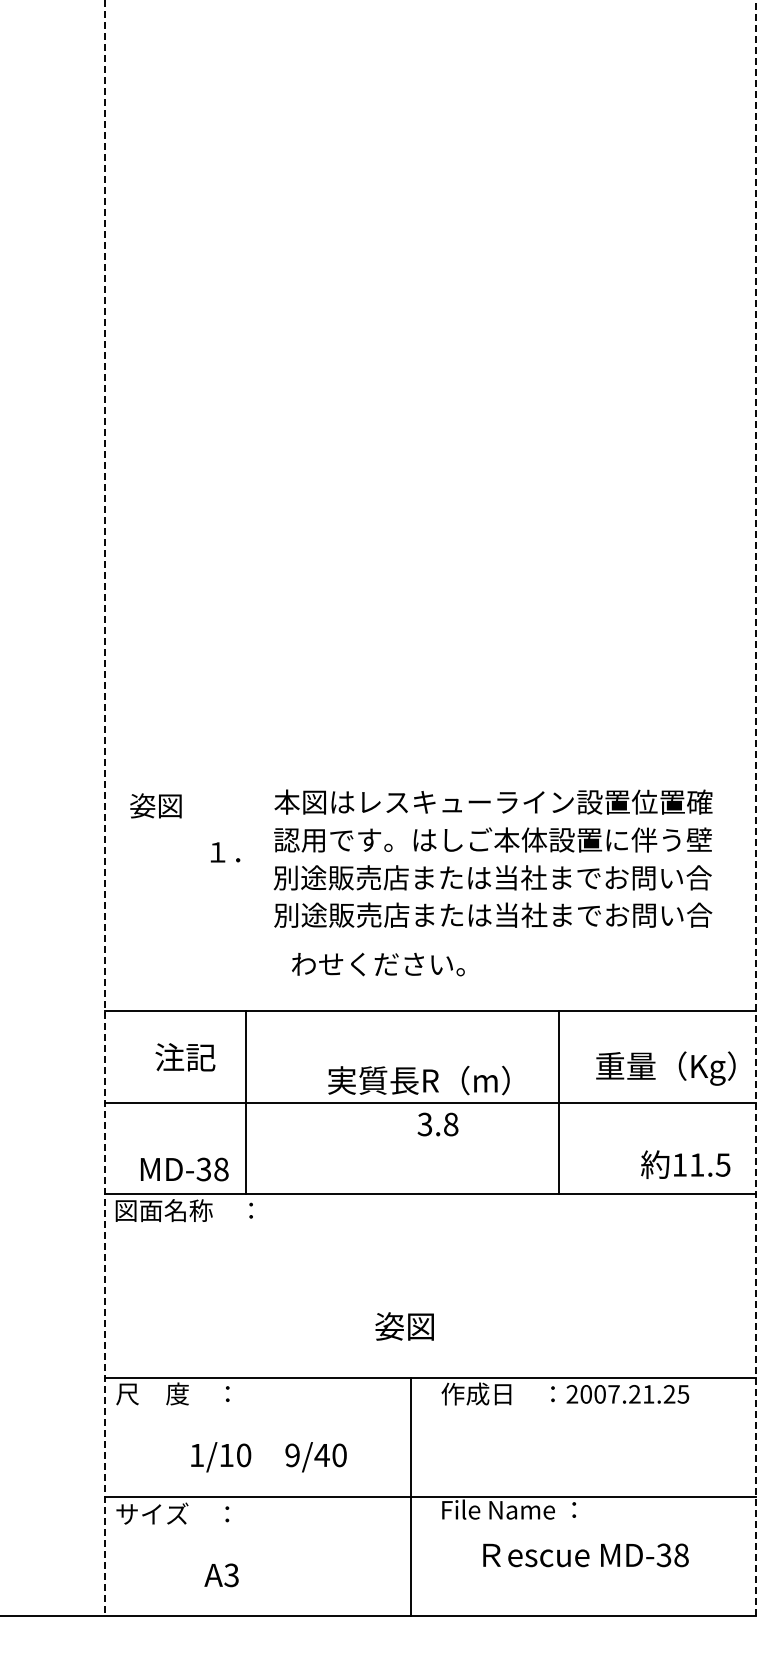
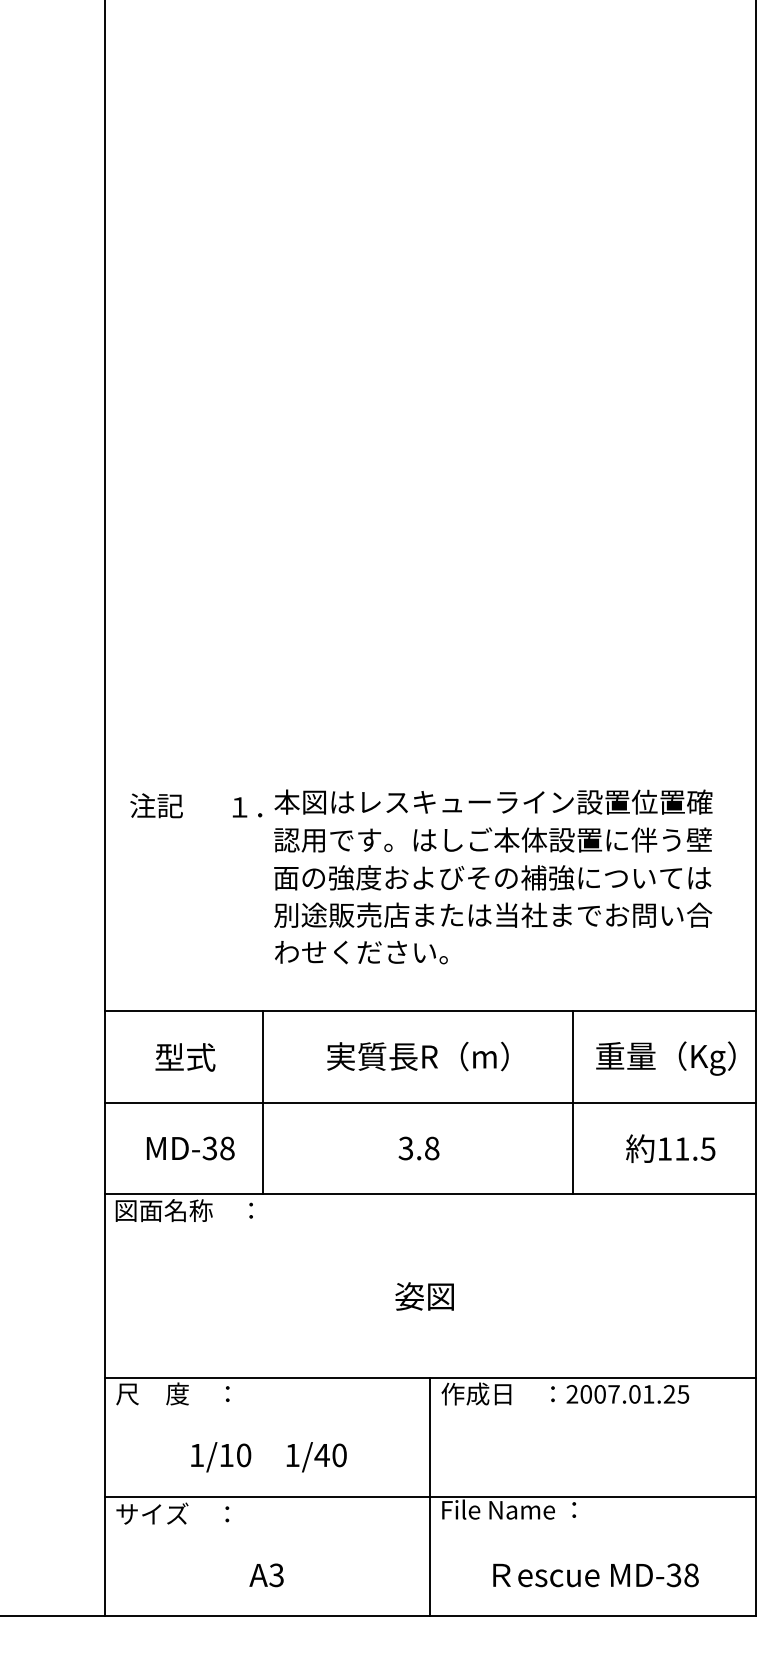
text at (156, 805): 姿図 -> 注記
line at (104, 808): dashed -> solid
line at (755, 808): dashed -> solid
text at (225, 852) position: (225, 852) -> (247, 807)
text at (492, 877): 別途販売店または当社までお問い合 -> 面の強度およびその補強については
text at (378, 964) position: (378, 964) -> (361, 952)
text at (185, 1057): 注記 -> 型式
text at (665, 1068) position: (665, 1068) -> (665, 1058)
text at (418, 1080) position: (418, 1080) -> (417, 1056)
line at (246, 1102) position: (246, 1102) -> (263, 1102)
line at (558, 1102) position: (558, 1102) -> (572, 1102)
text at (437, 1124) position: (437, 1124) -> (418, 1148)
text at (685, 1164) position: (685, 1164) -> (670, 1148)
text at (184, 1169) position: (184, 1169) -> (190, 1148)
text at (404, 1326) position: (404, 1326) -> (424, 1296)
text at (634, 1394): 2007.21.25 -> 2007.01.25
text at (292, 1455): 9/40 -> 1/40
line at (411, 1496) position: (411, 1496) -> (430, 1496)
text at (585, 1555) position: (585, 1555) -> (595, 1575)
text at (221, 1575) position: (221, 1575) -> (266, 1575)
